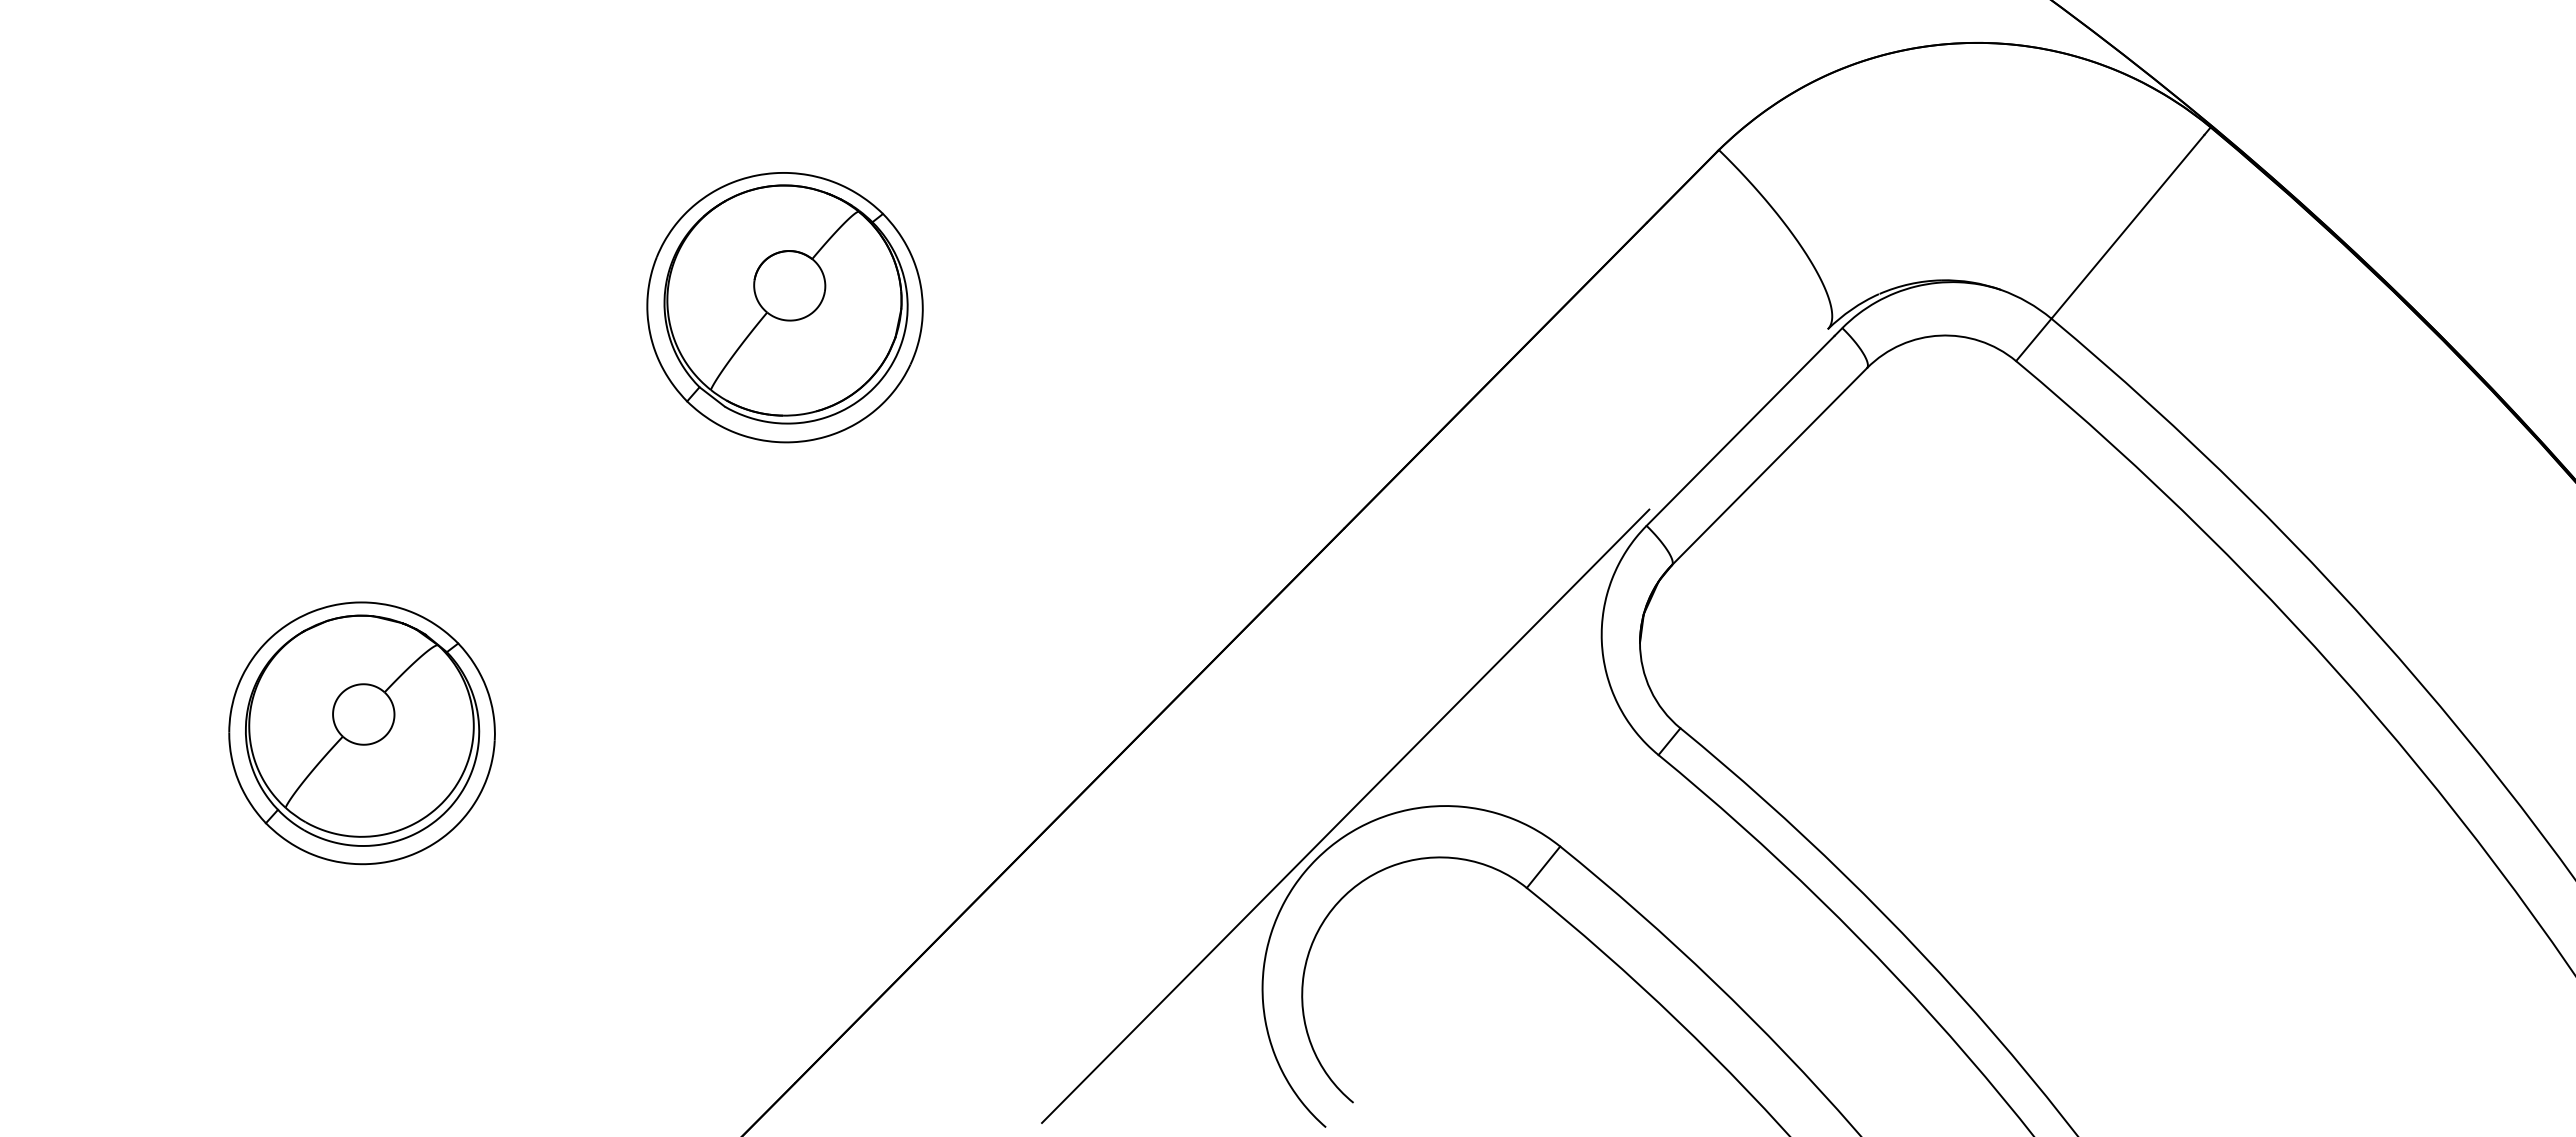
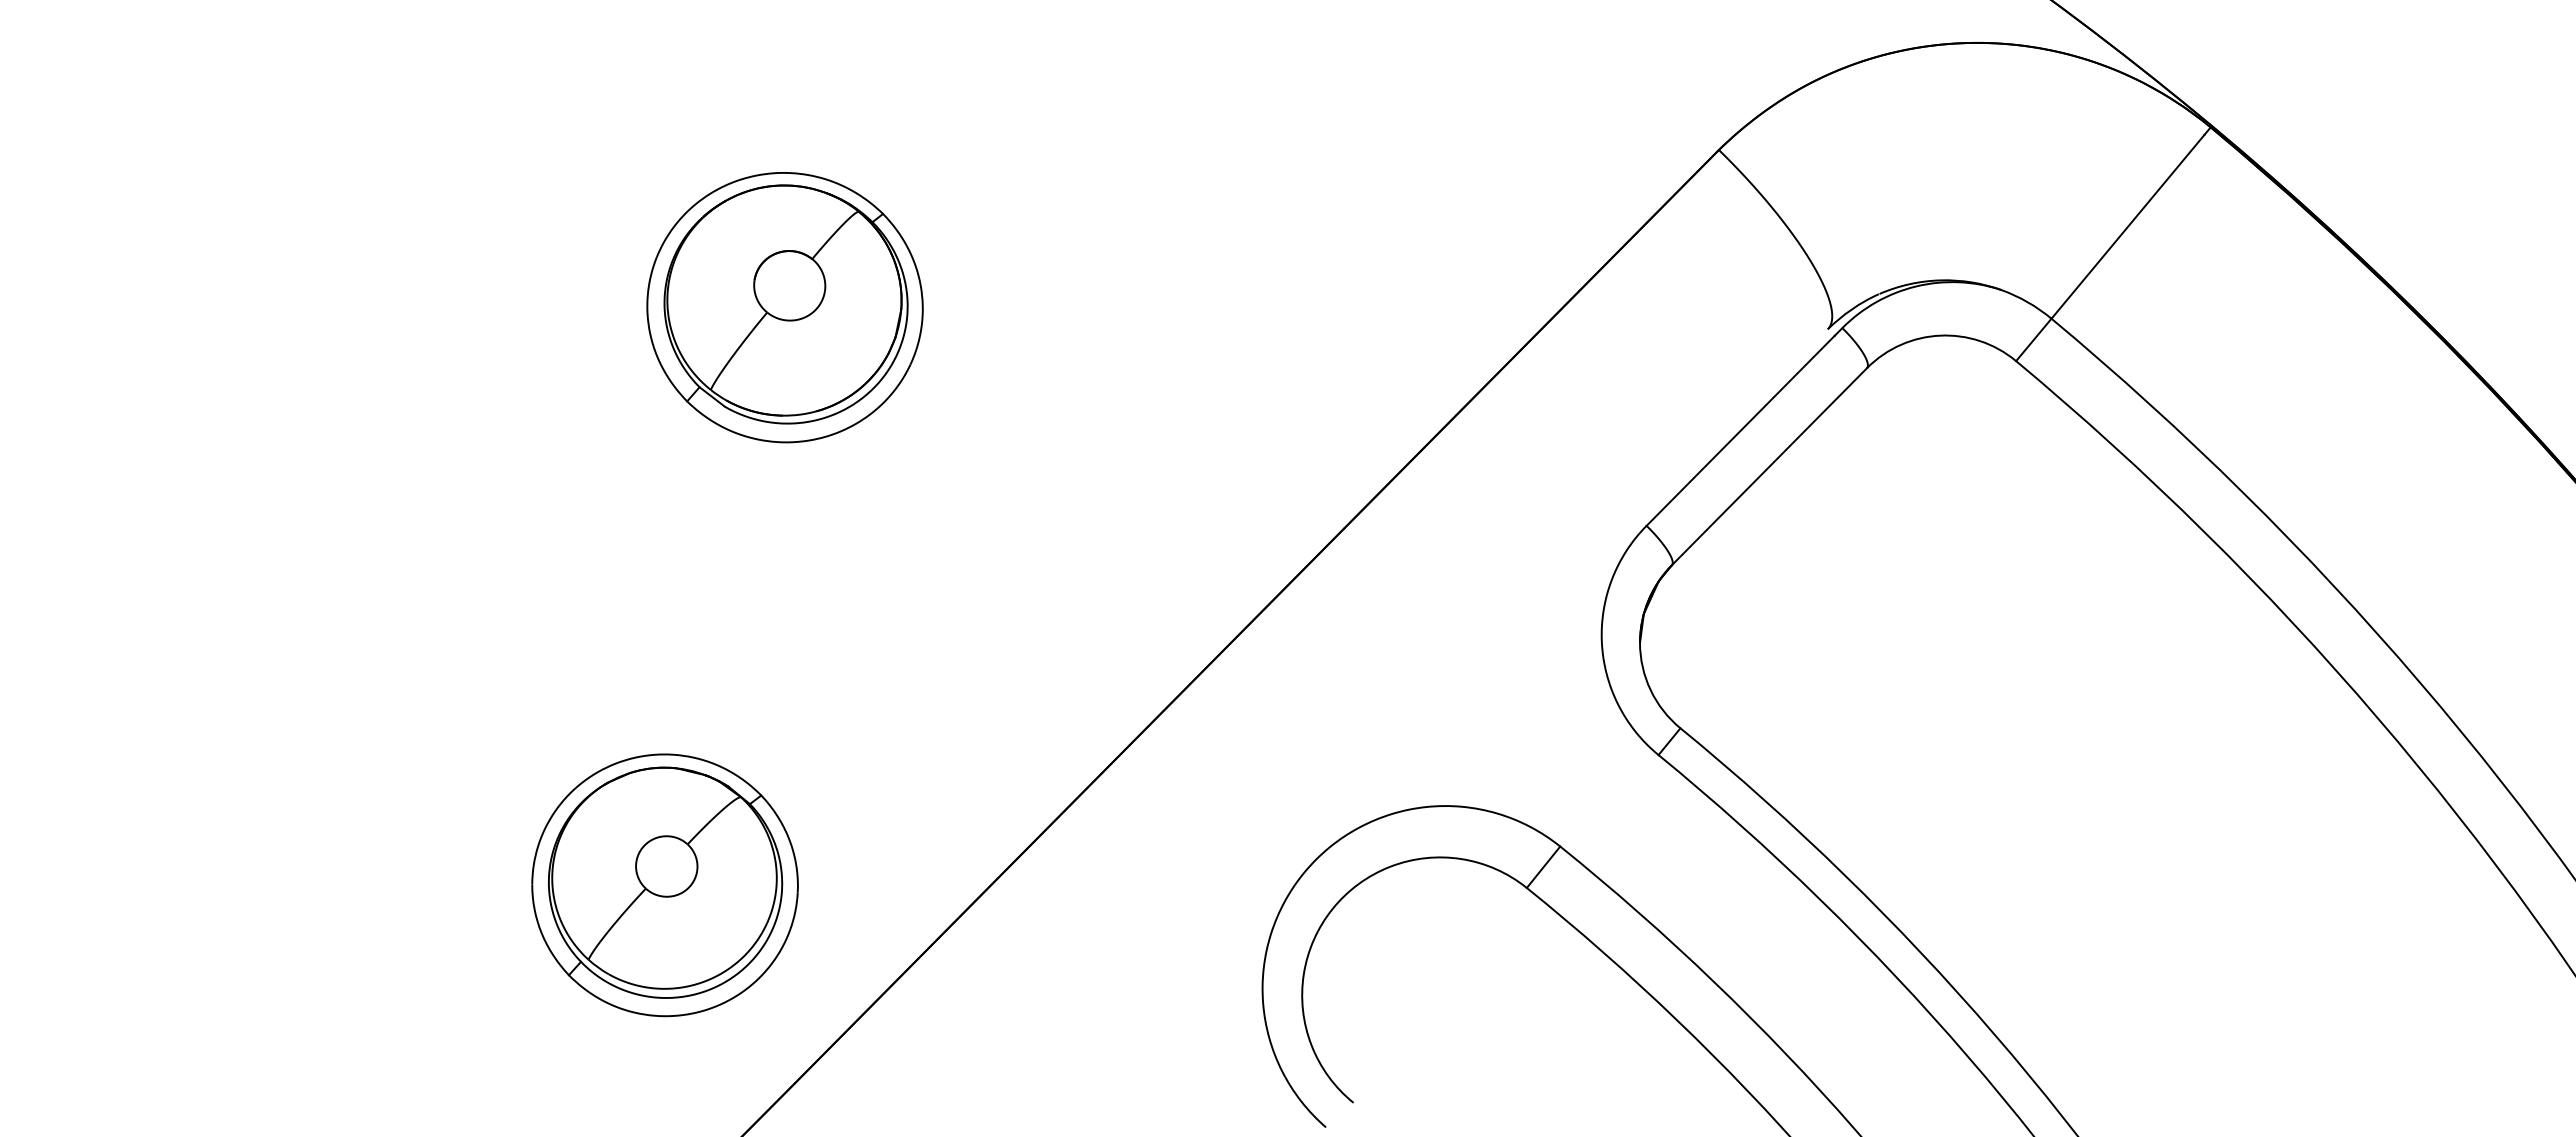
part at (361, 733) position: (361, 733) -> (664, 885)
line at (1345, 816): present -> none
